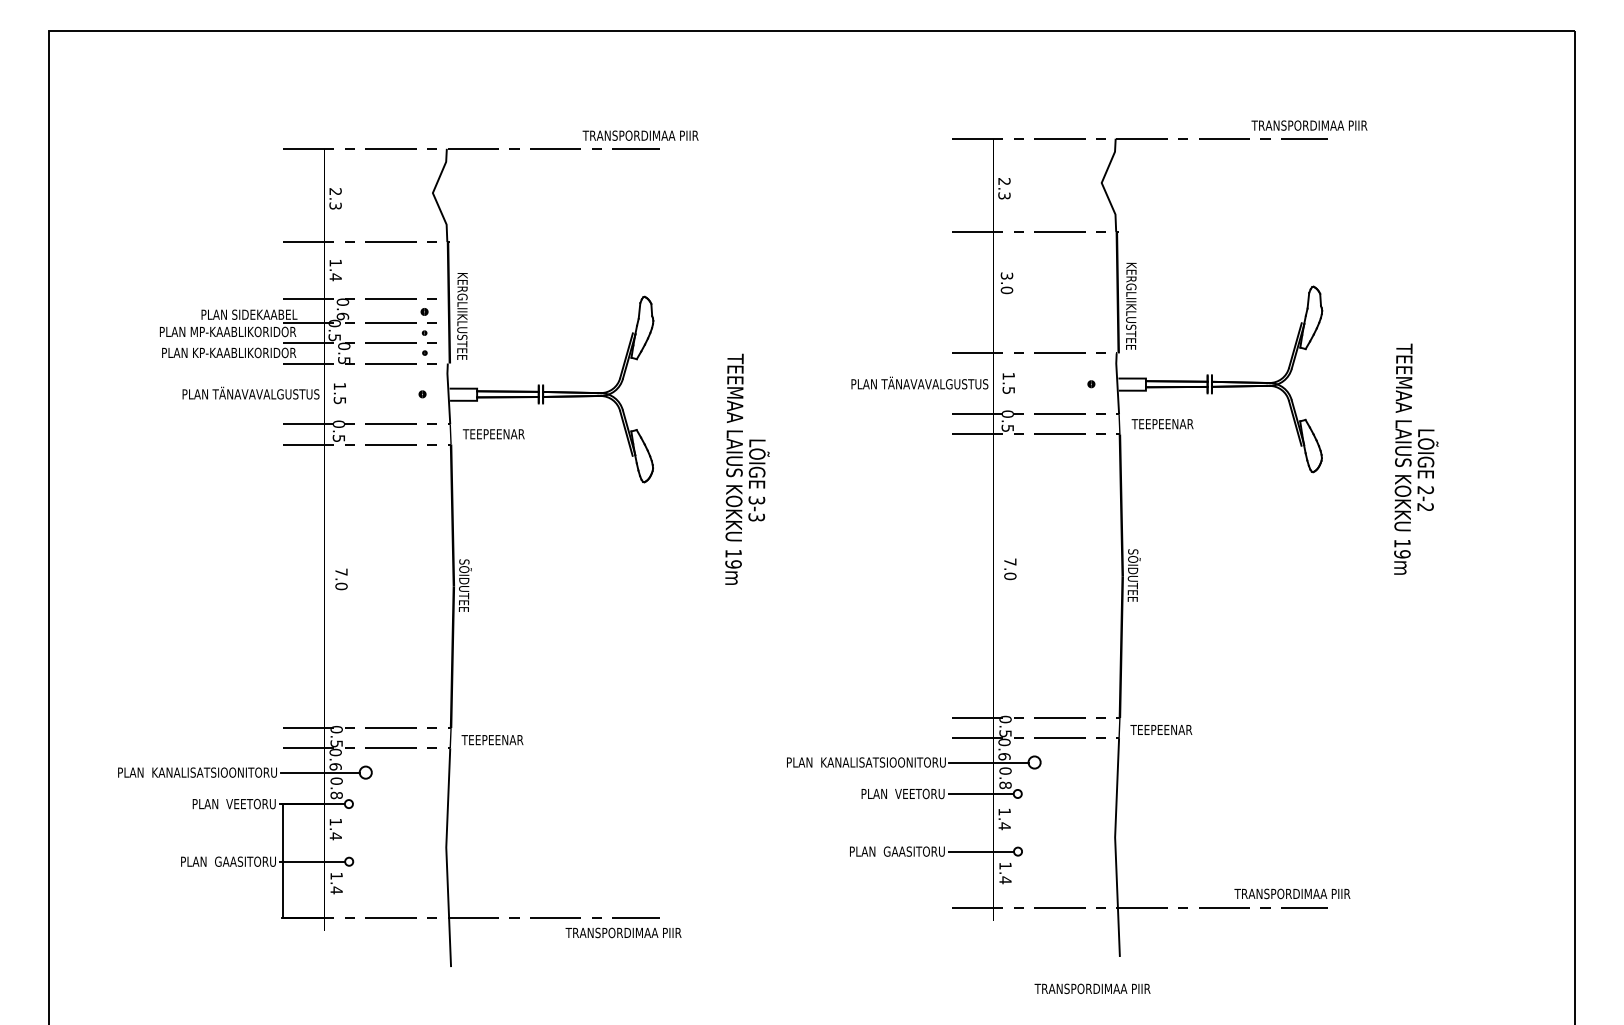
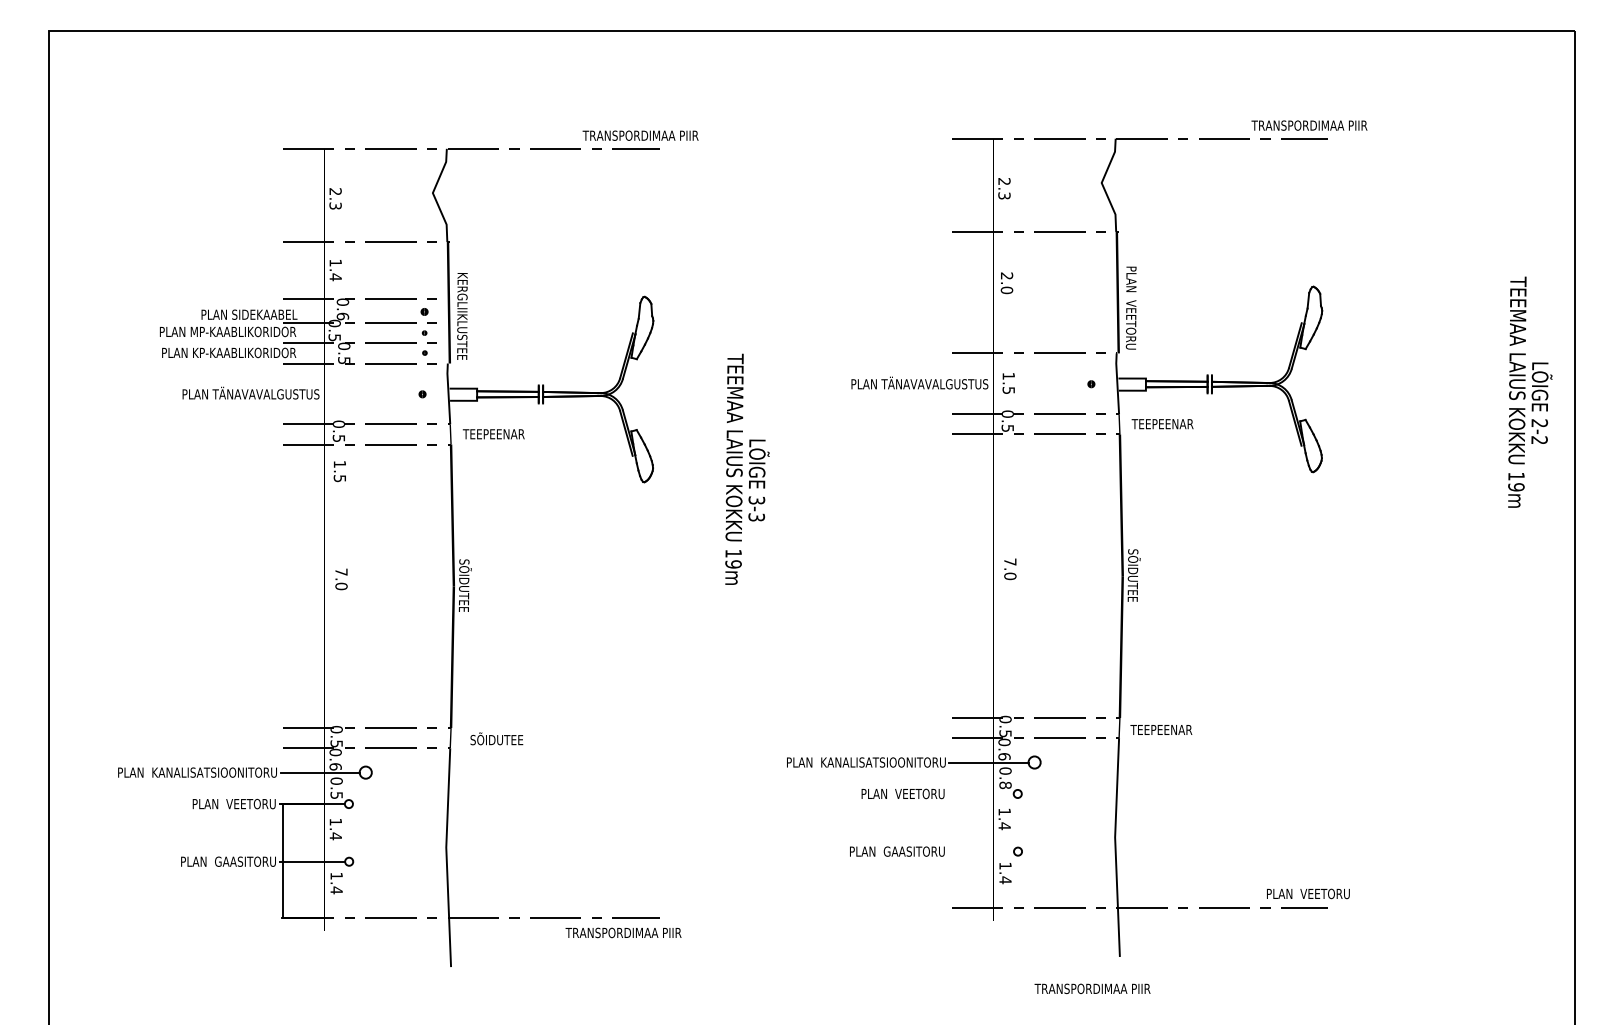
text at (1006, 275): 3.0 -> 2.0
text at (1130, 305): KERGLIIKLUSTEE -> PLAN  VEETORU
text at (339, 393) position: (339, 393) -> (339, 471)
text at (1416, 458) position: (1416, 458) -> (1530, 391)
text at (492, 738): TEEPEENAR -> SÕIDUTEE
line at (980, 793): present -> none
text at (336, 795): 0.8 -> 0.5
line at (980, 851): present -> none
text at (1292, 893): TRANSPORDIMAA PIIR -> PLAN  VEETORU
